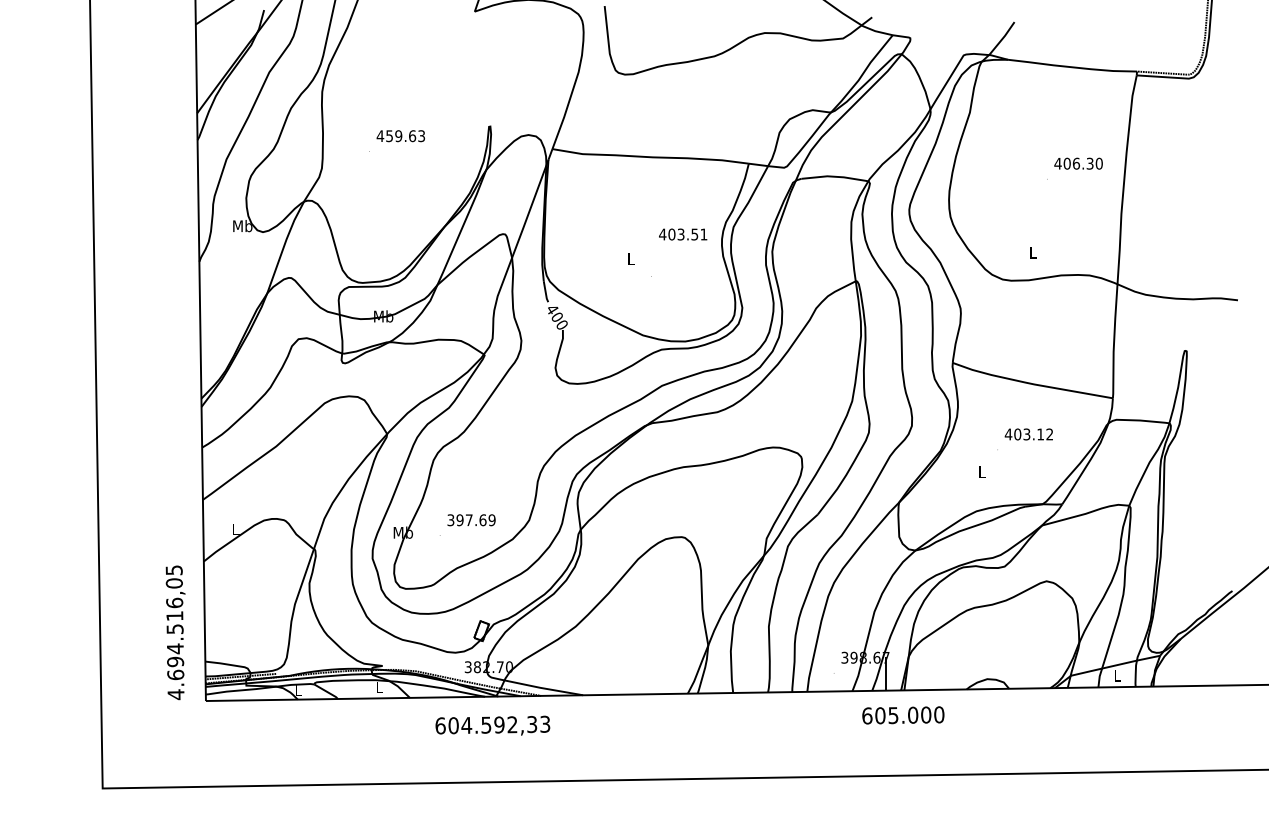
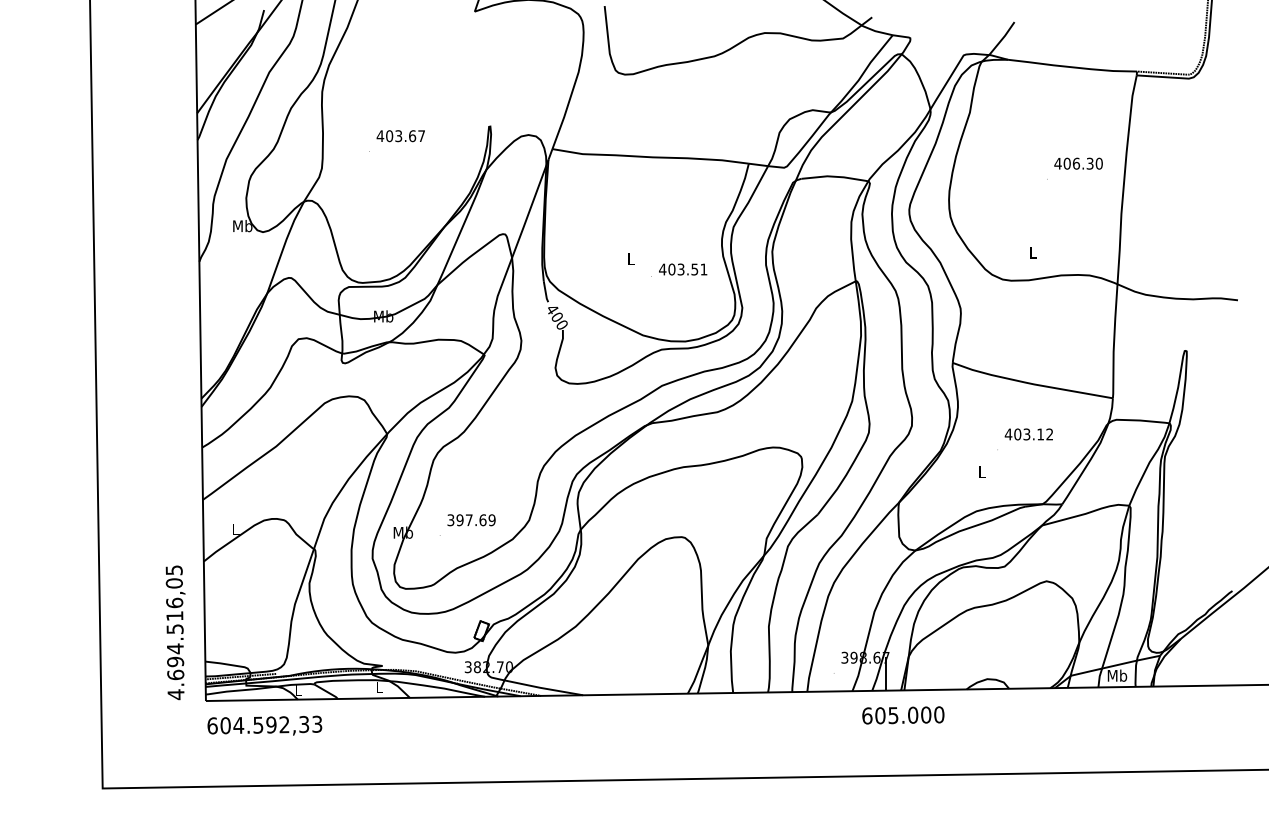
text at (405, 136): 459.63 -> 403.67
text at (683, 234) position: (683, 234) -> (683, 269)
text at (1117, 675): L -> Mb
text at (492, 725) position: (492, 725) -> (264, 725)
